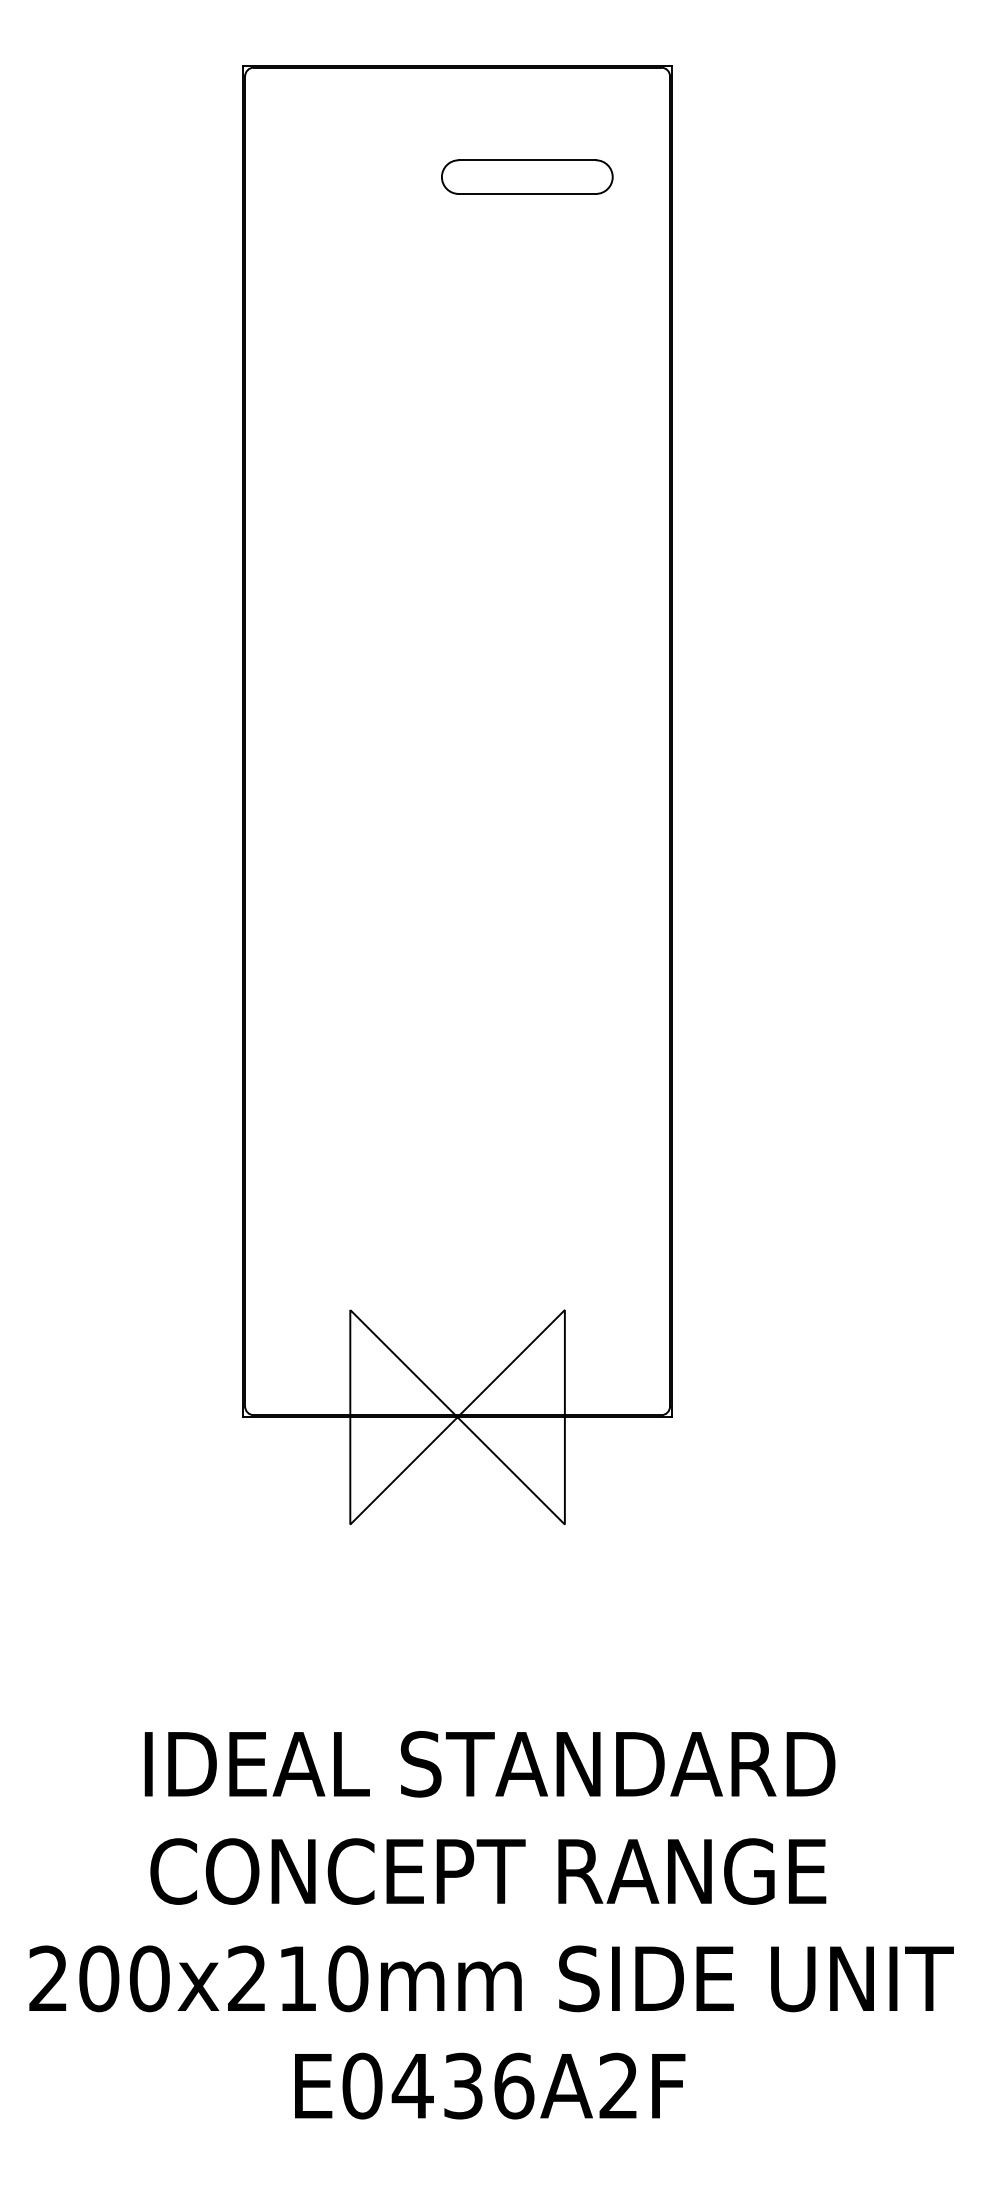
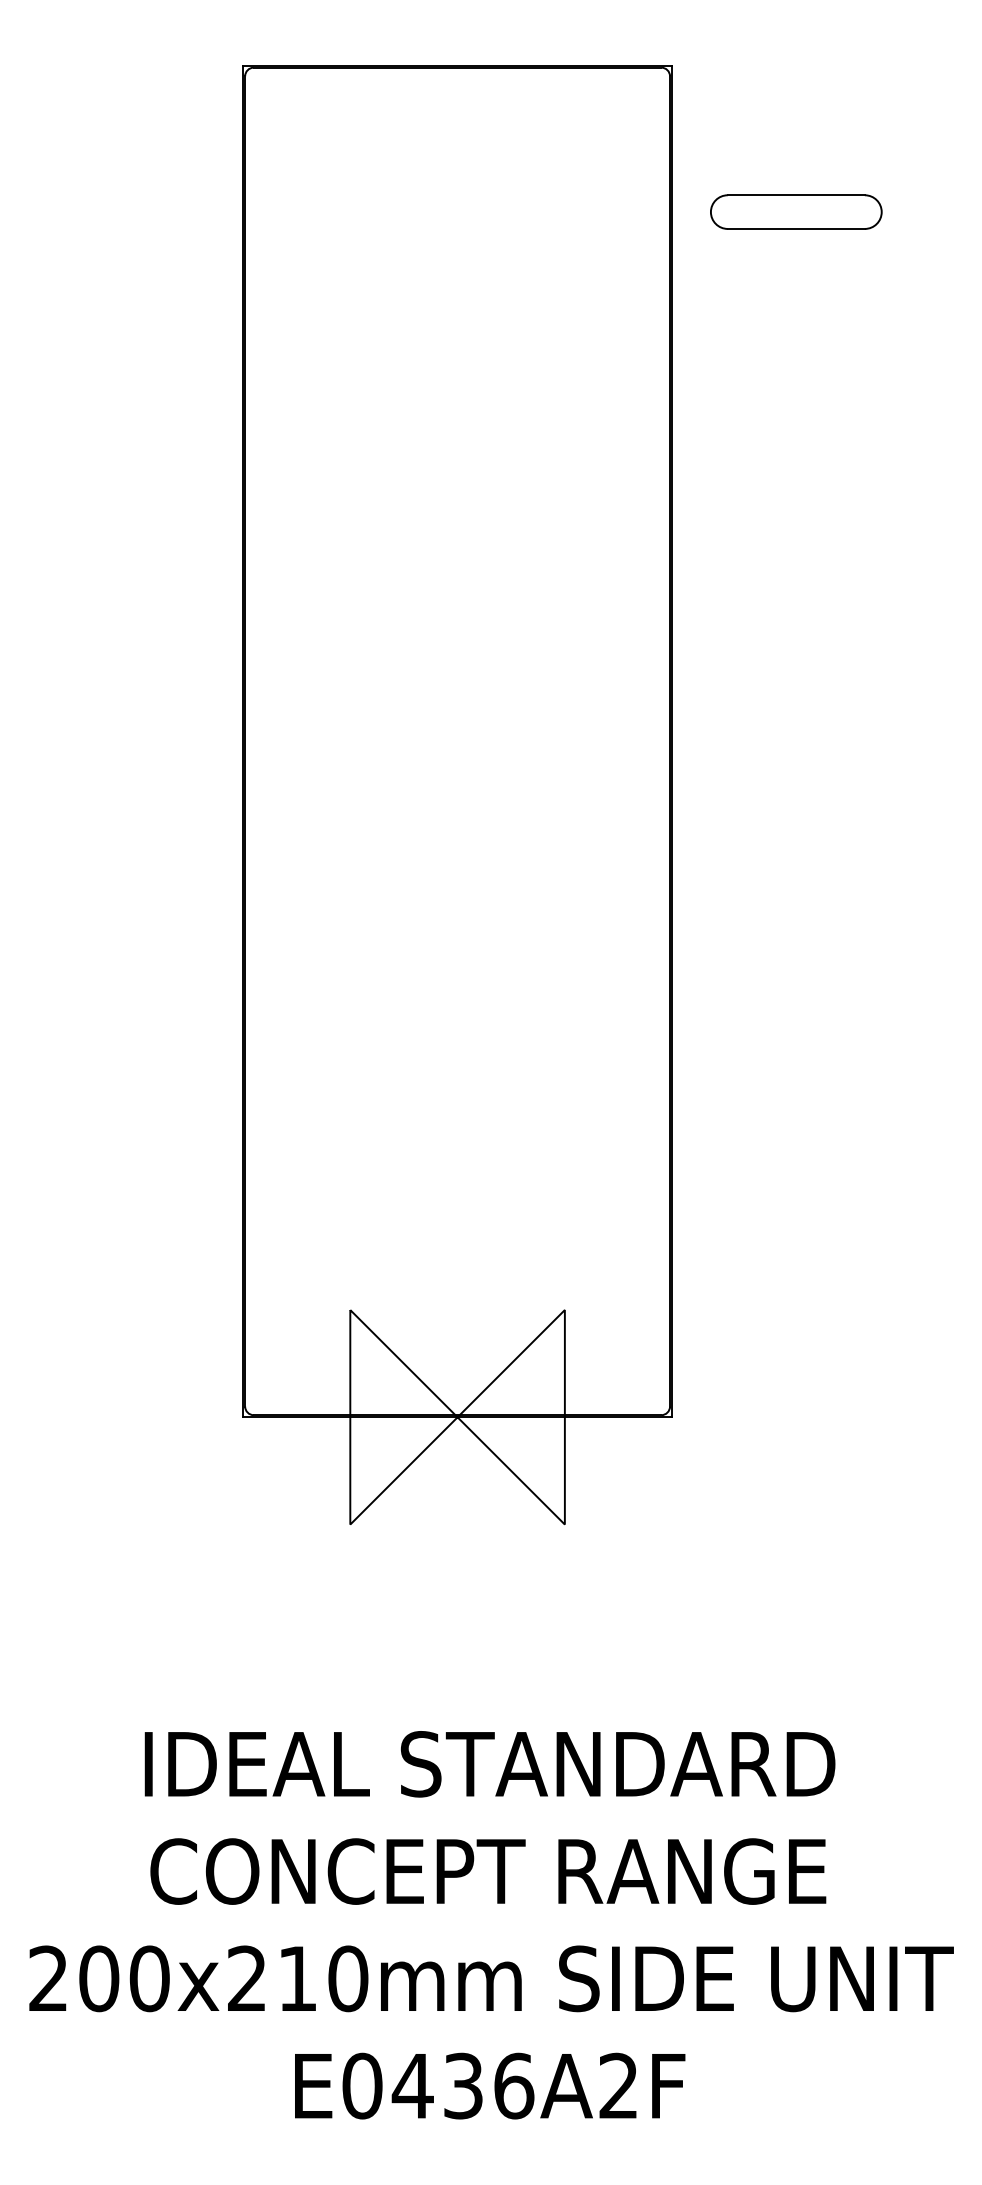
part at (527, 176) position: (527, 176) -> (796, 211)
